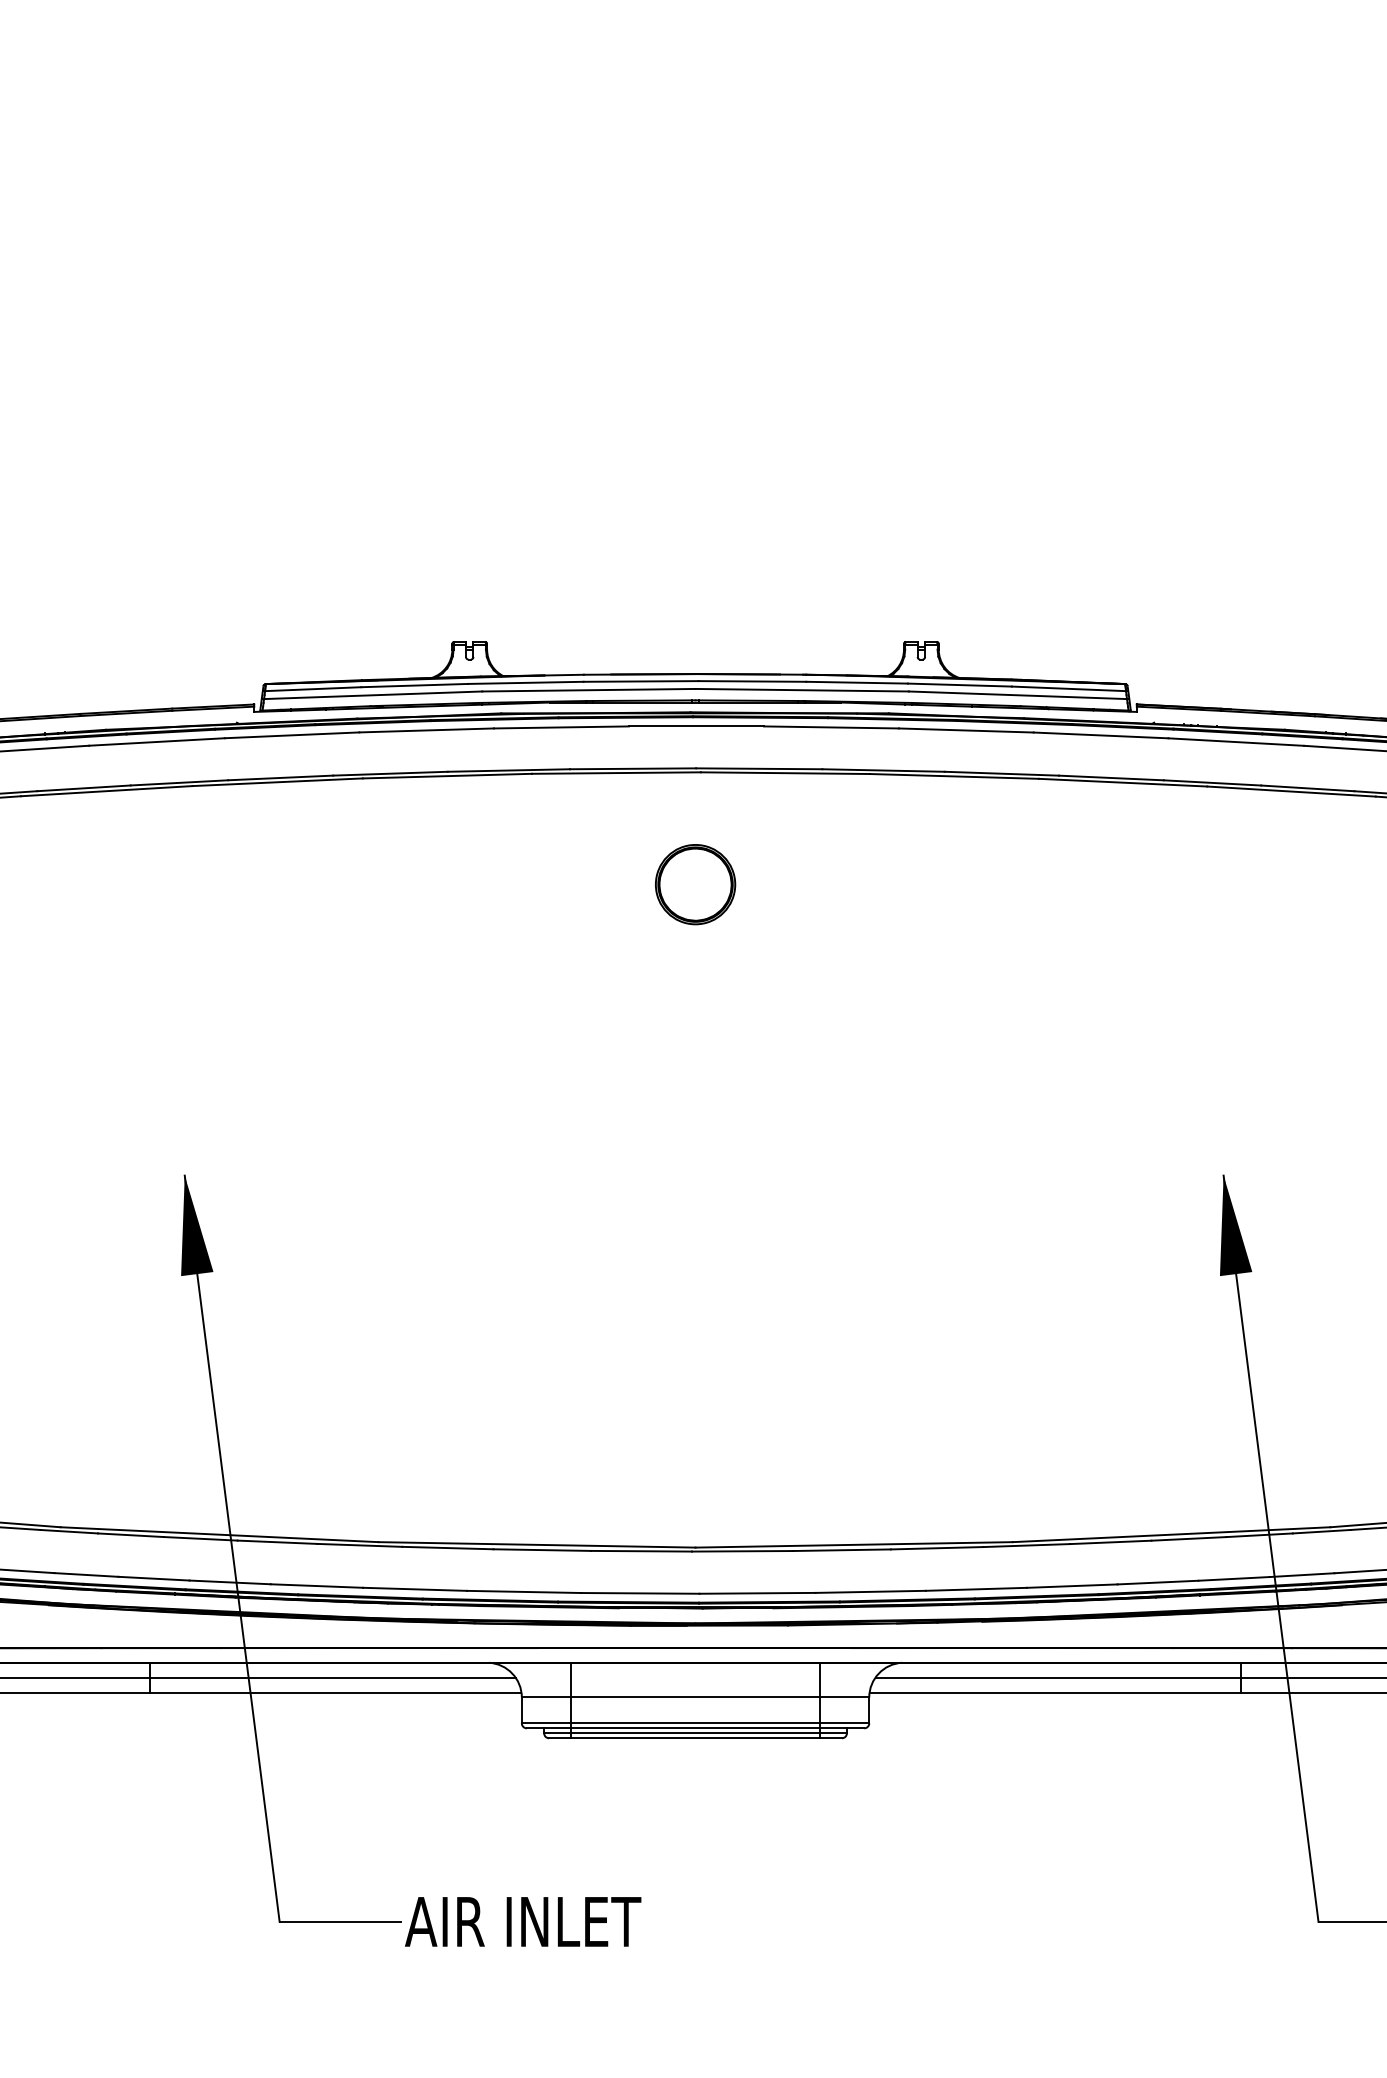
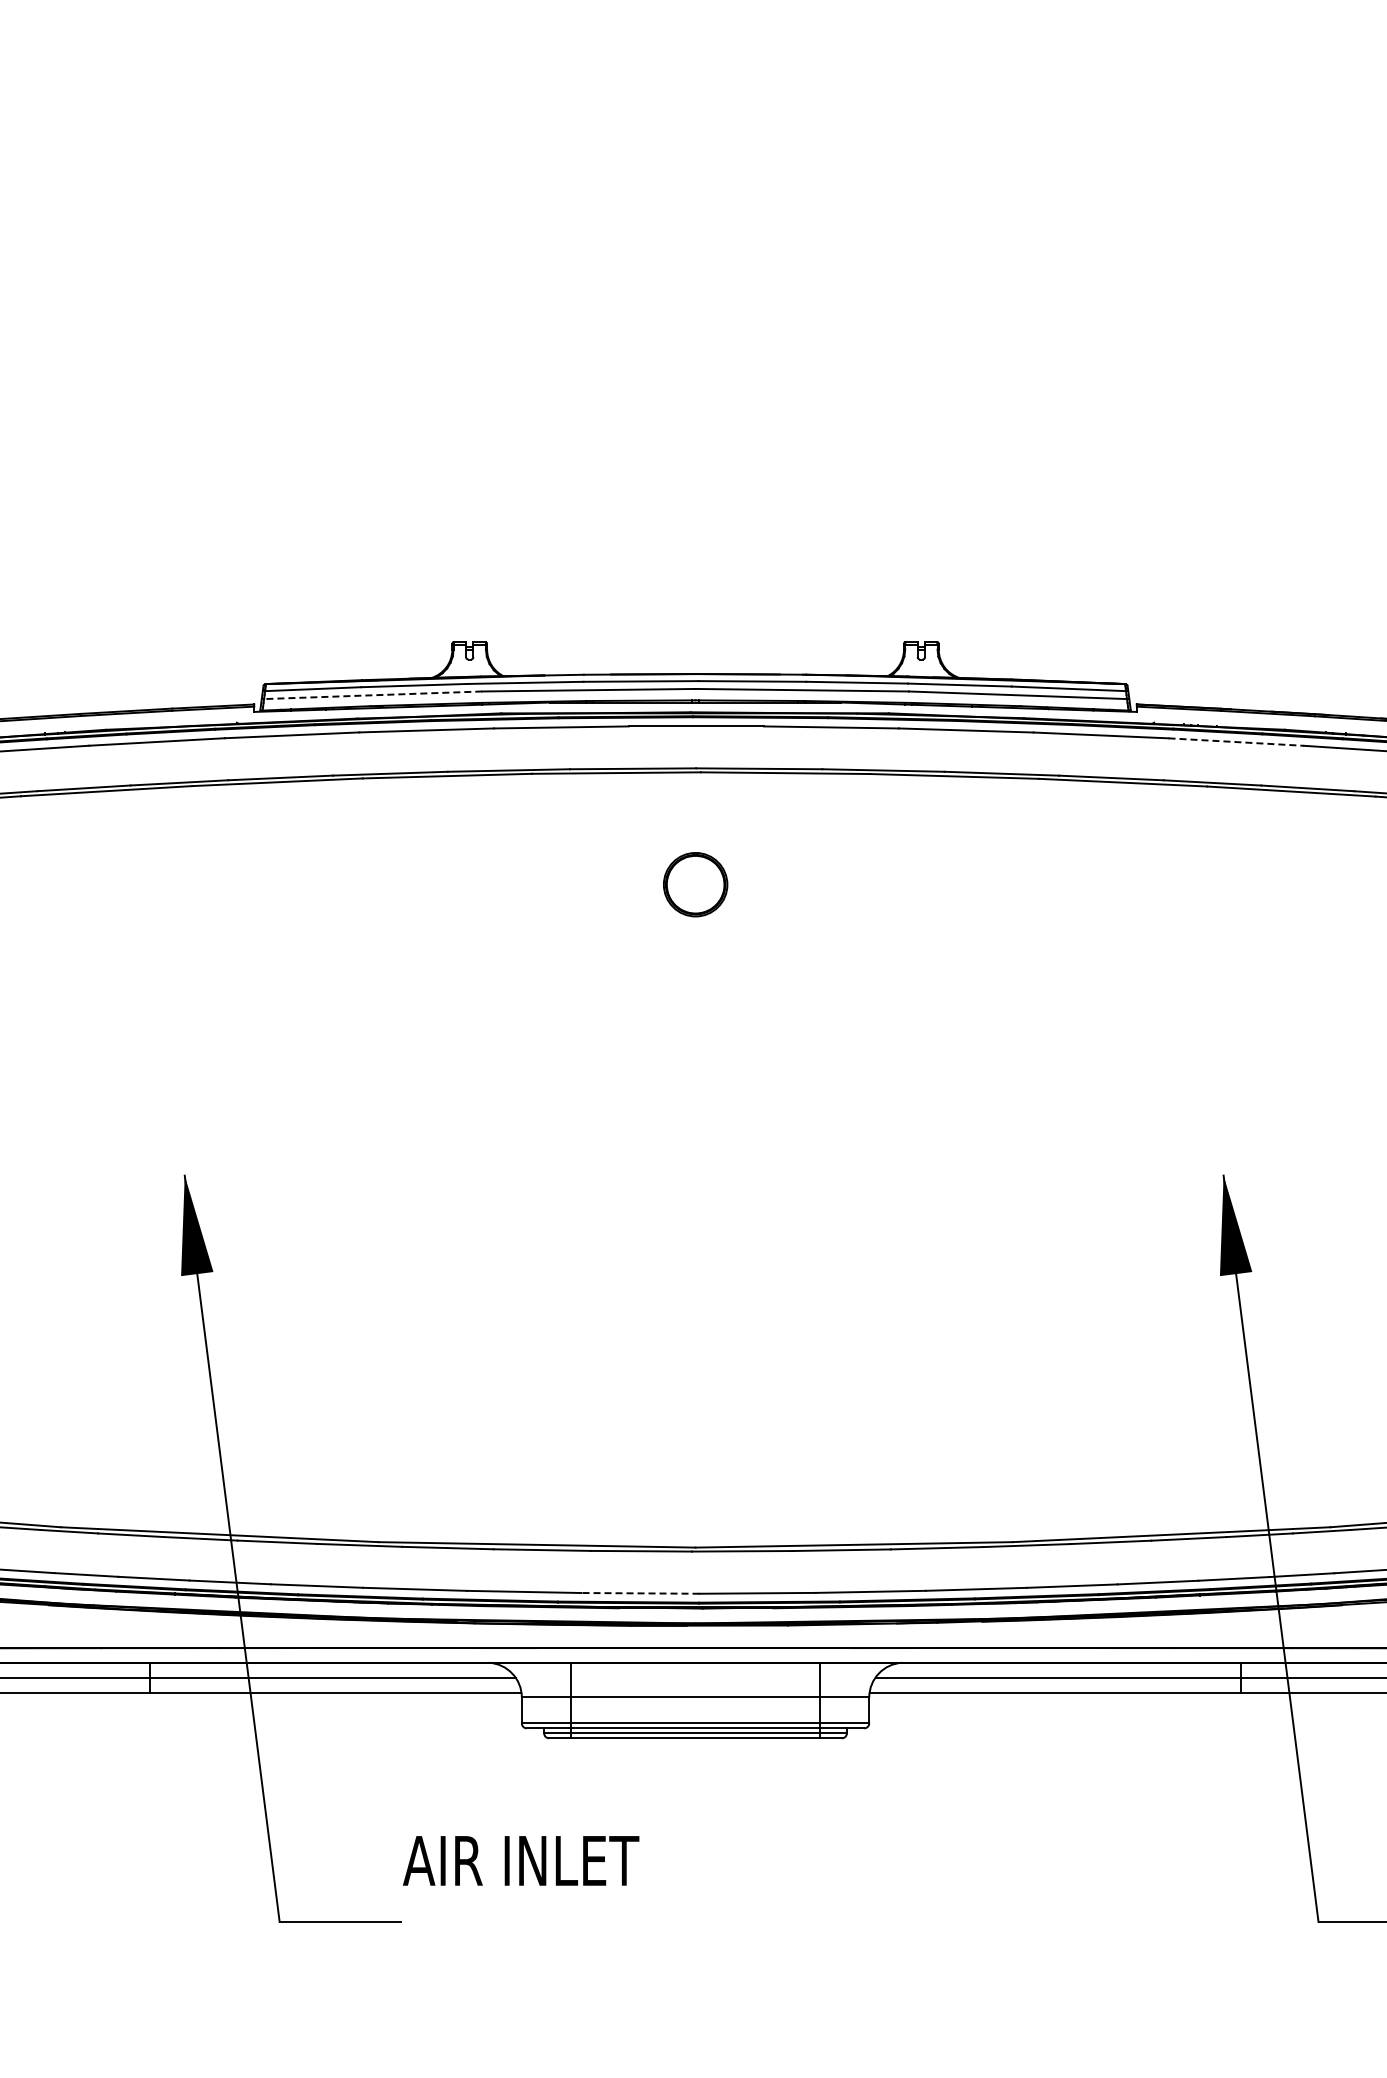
line at (372, 695): solid -> dashed
line at (1236, 742): solid -> dashed
part at (695, 884) size: 82x82 px -> 66x66 px
line at (639, 1593): solid -> dashed
text at (523, 1921) position: (523, 1921) -> (521, 1860)
